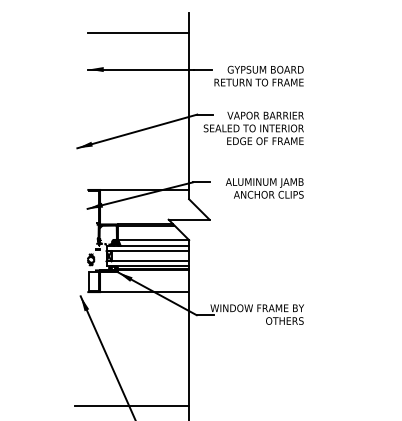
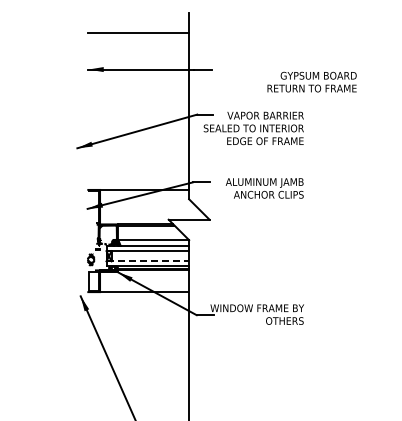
text at (258, 75) position: (258, 75) -> (311, 81)
line at (148, 261): solid -> dashed
line at (132, 406): present -> none
